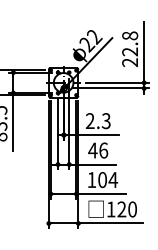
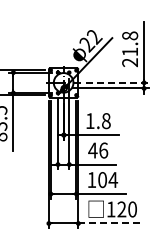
text at (129, 51): 22.8 -> 21.8
line at (118, 82): solid -> dashed
text at (97, 120): 2.3 -> 1.8
line at (111, 223): solid -> dashed
